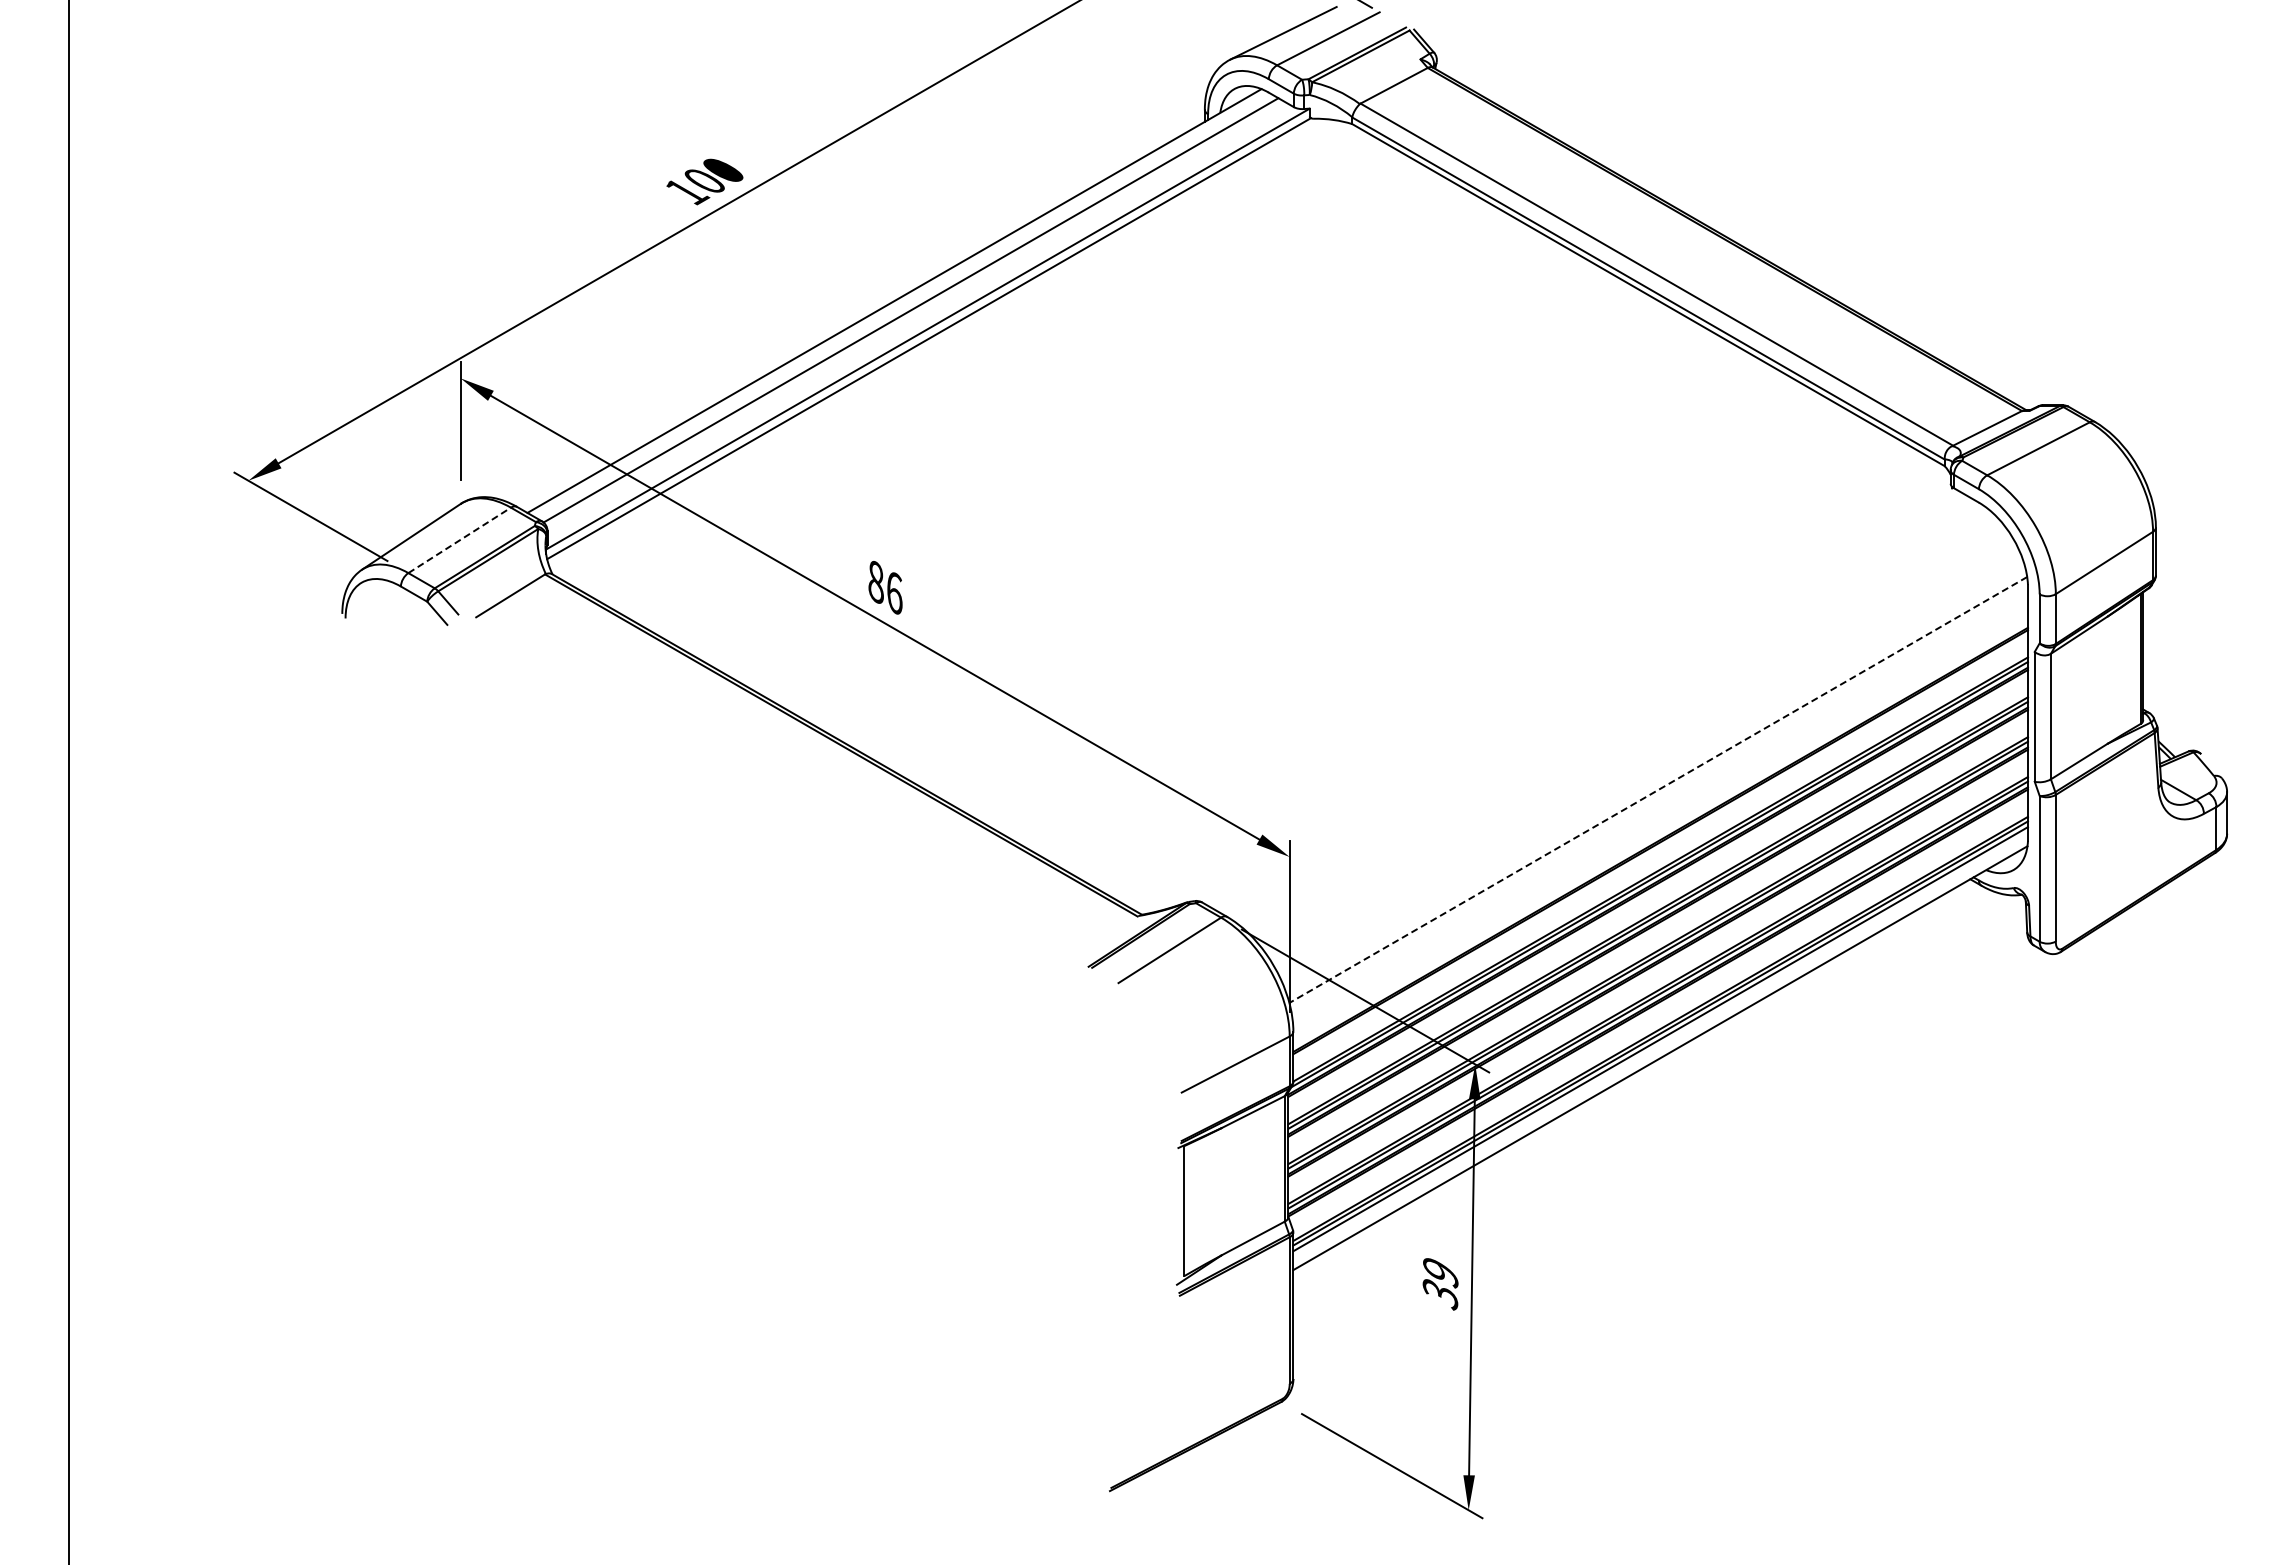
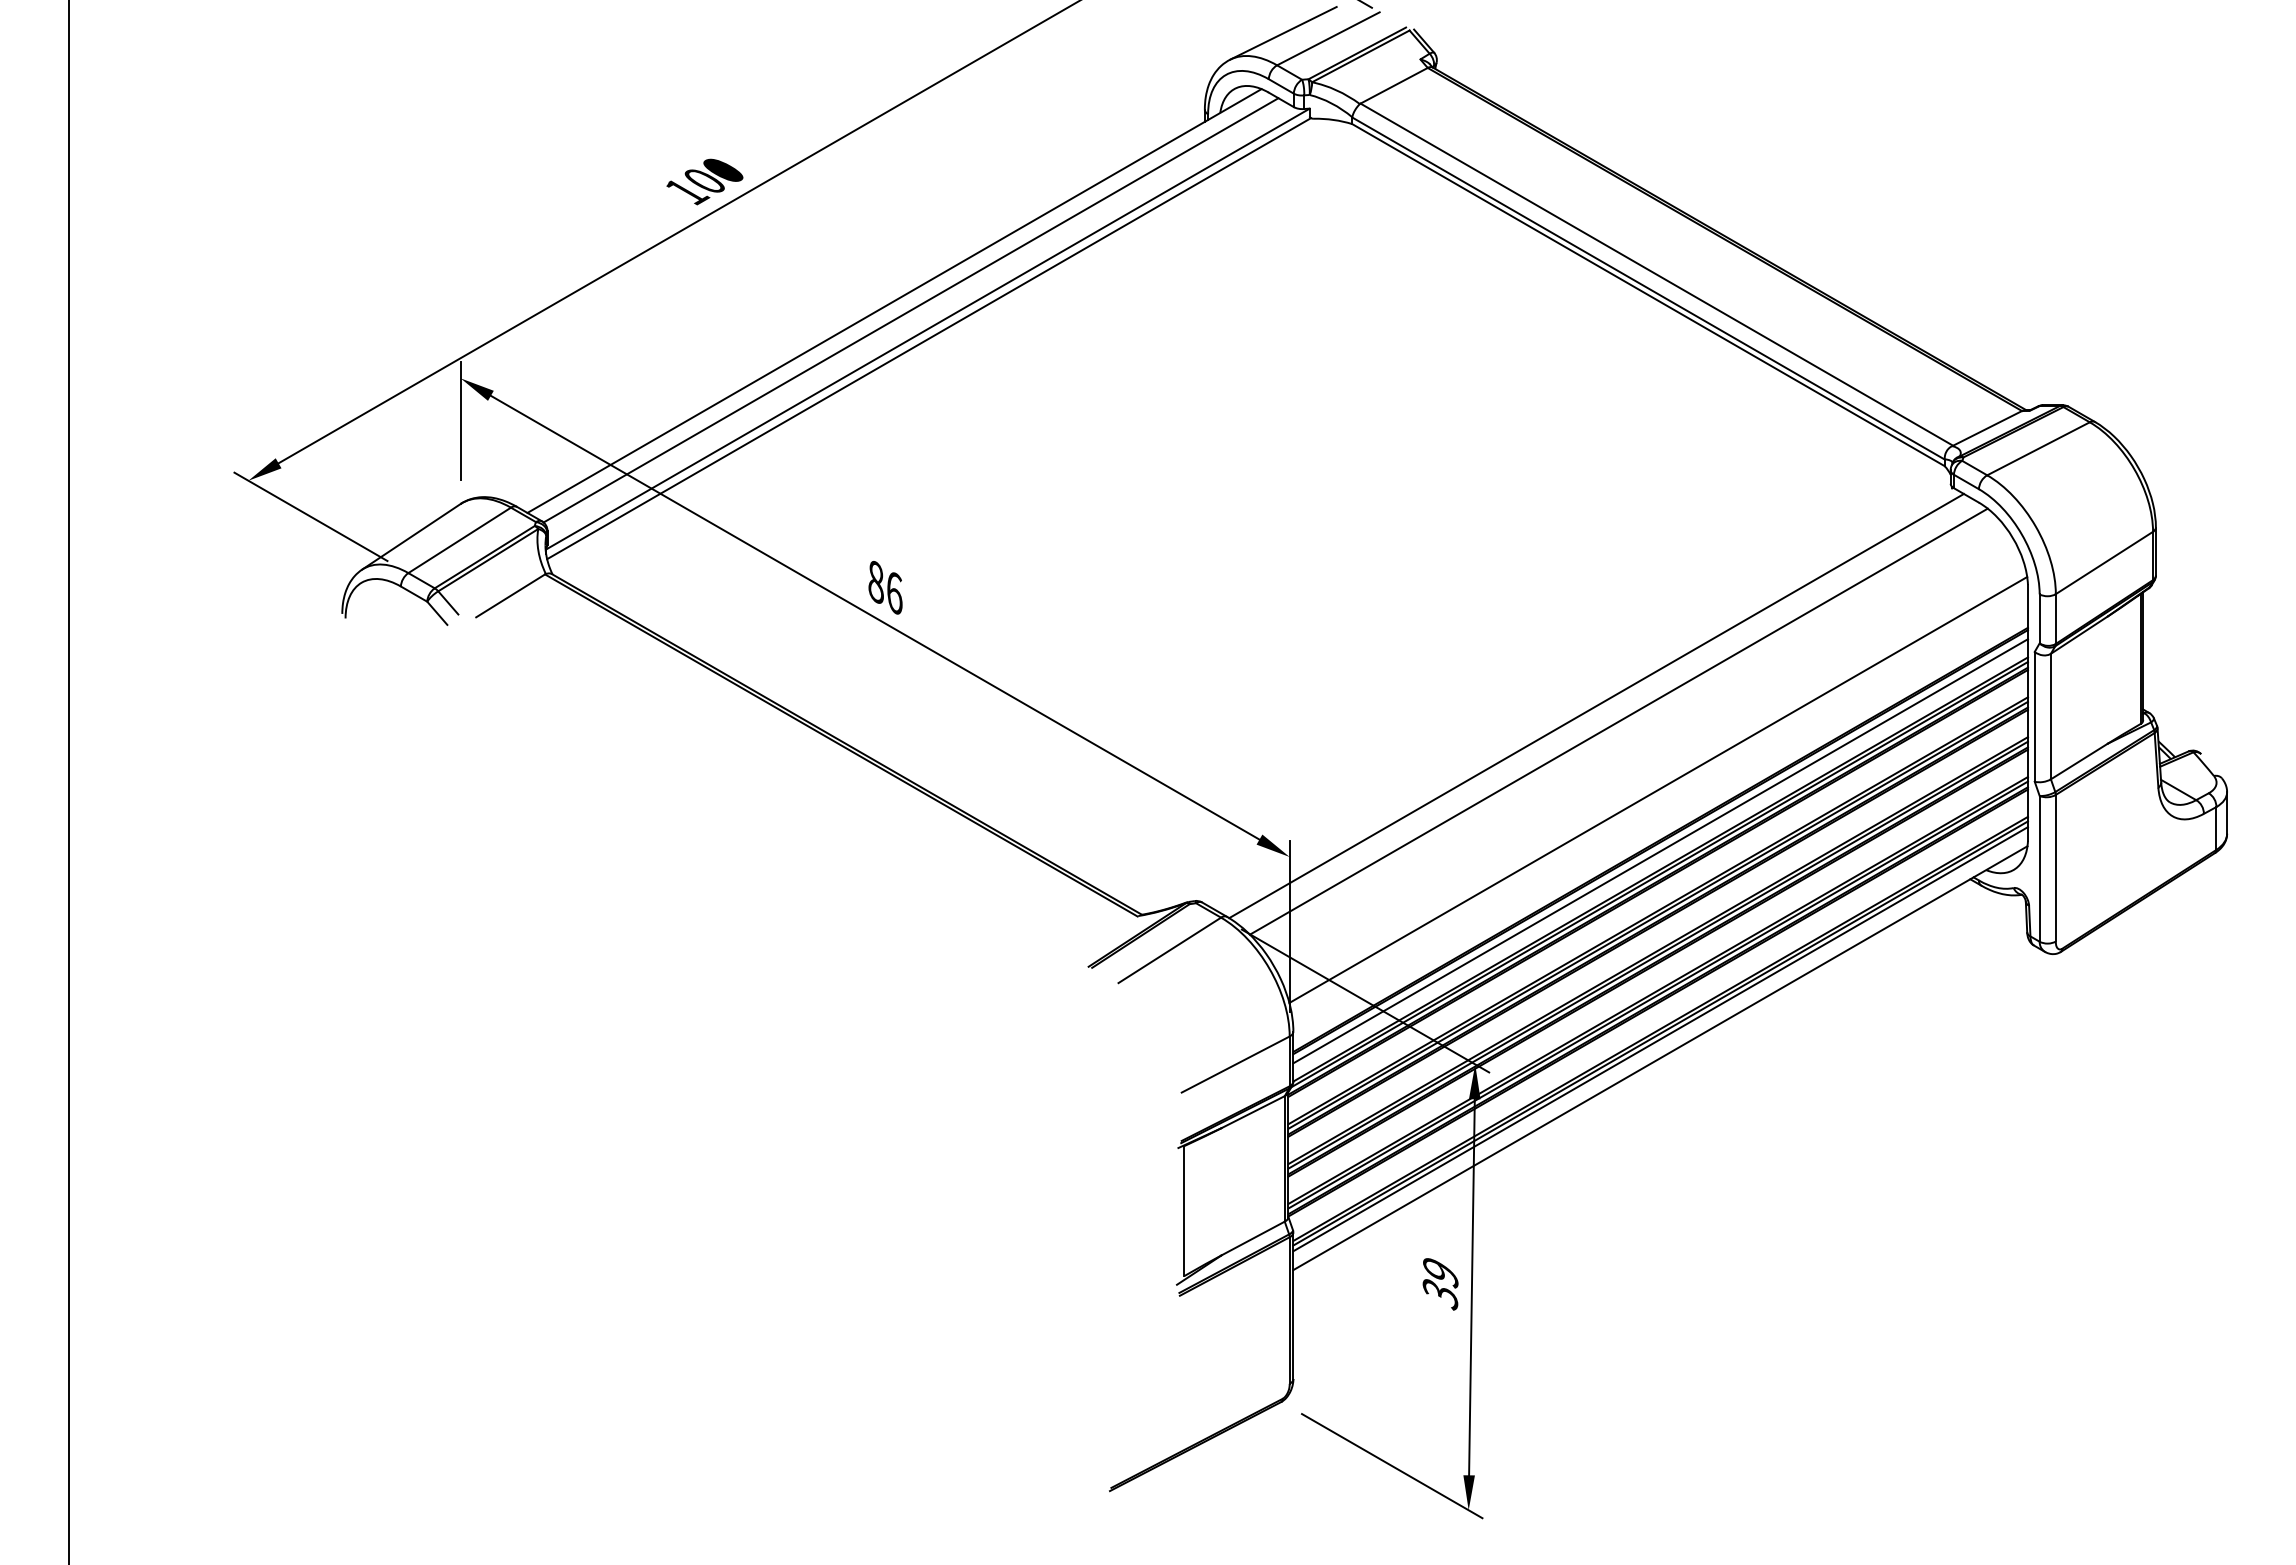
line at (459, 540): dashed -> solid
line at (1596, 705): none -> present
line at (1618, 721): none -> present
line at (1658, 790): dashed -> solid
line at (1660, 851): none -> present
